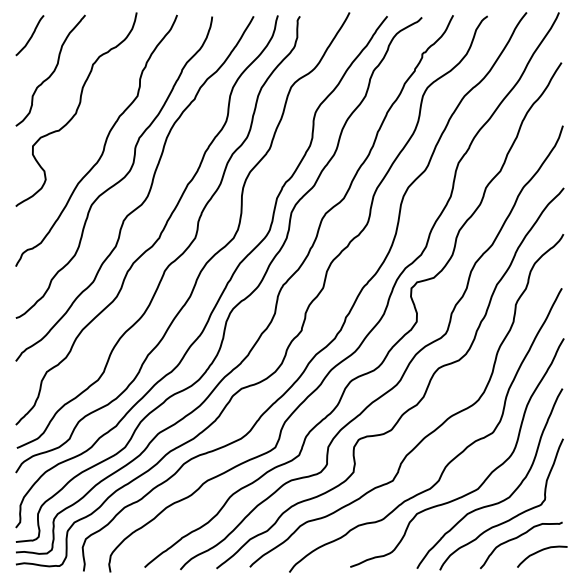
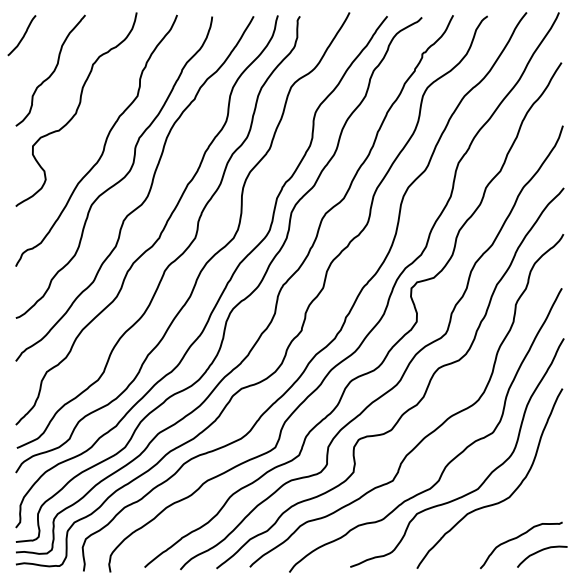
curve at (30, 36) position: (30, 36) -> (22, 36)
curve at (511, 517): present -> none
